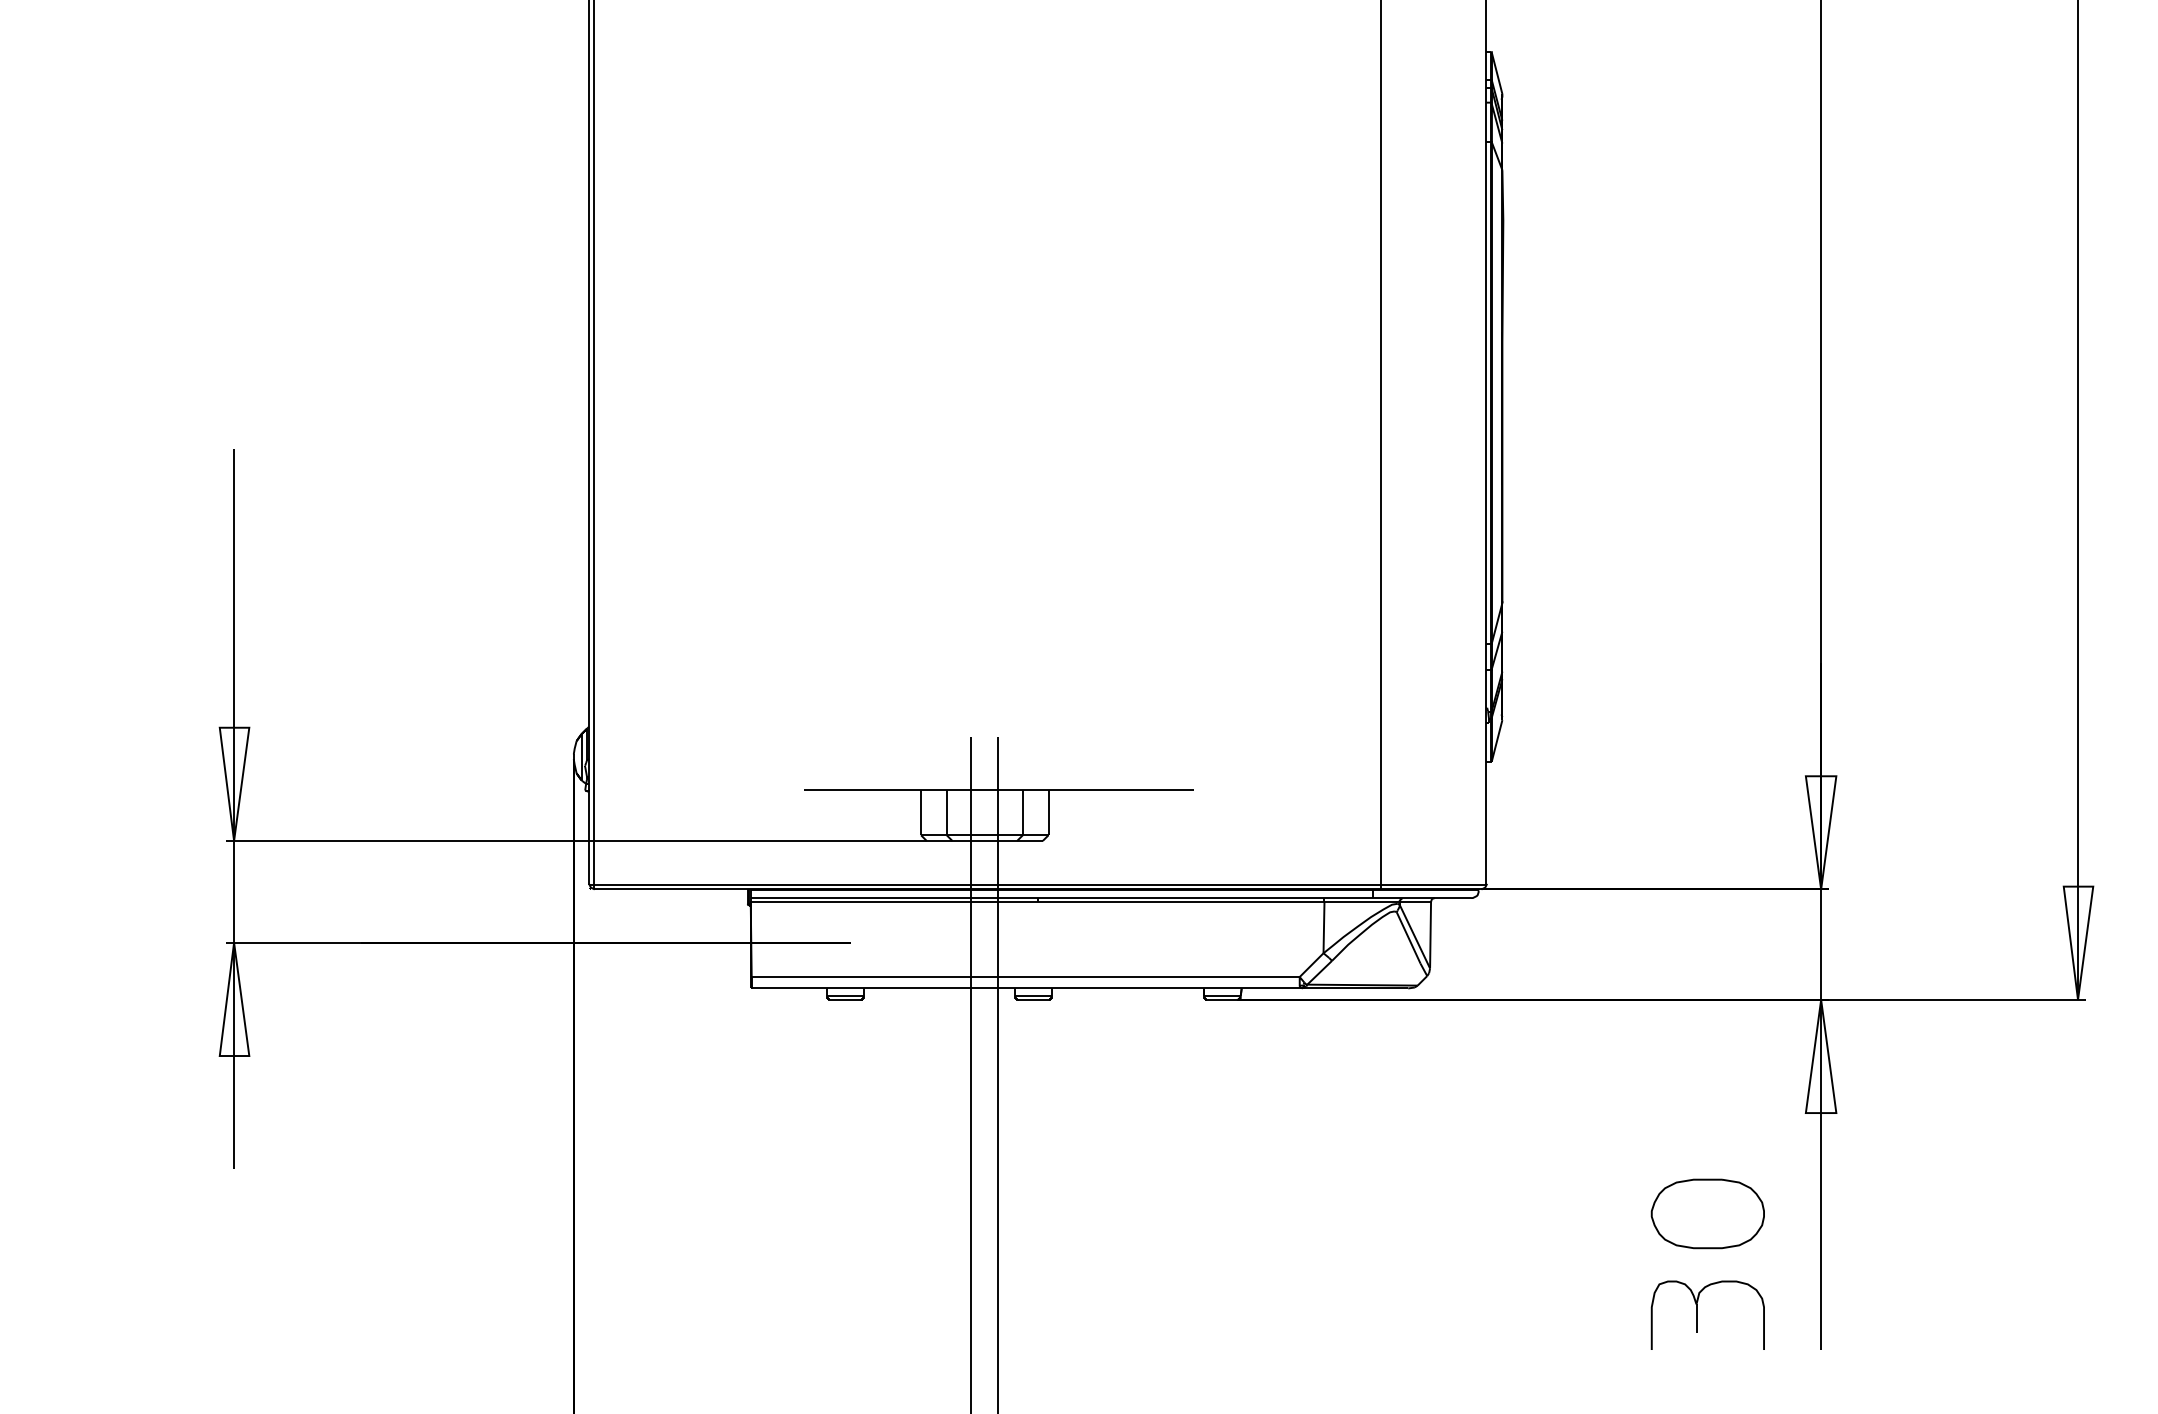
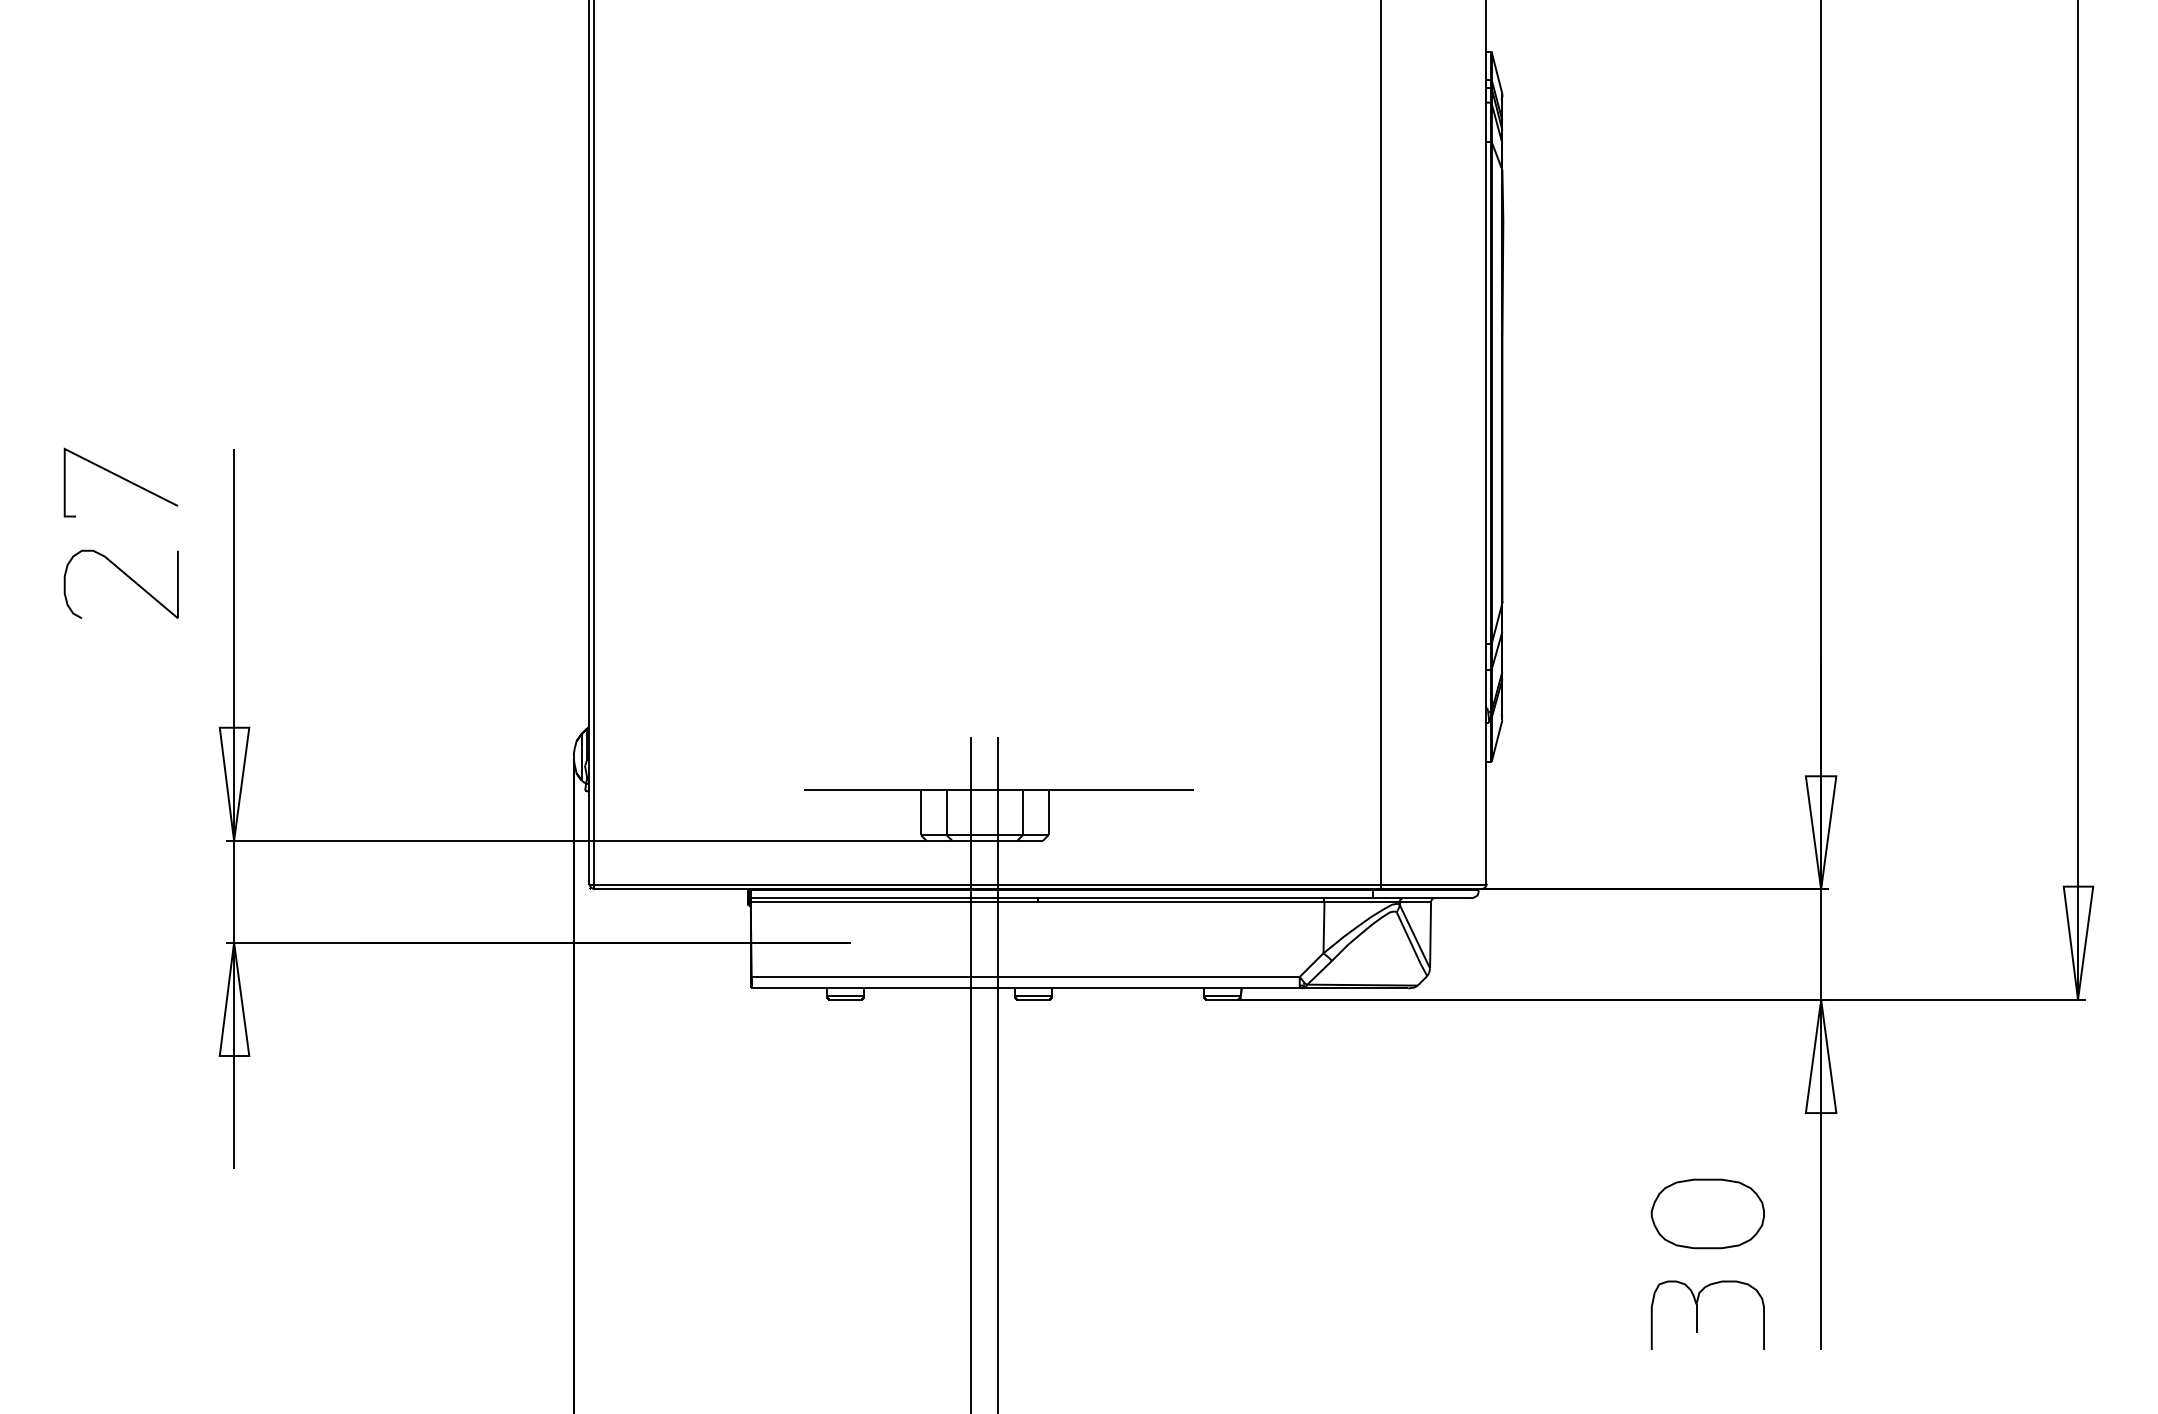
curve at (122, 479): none -> present
curve at (126, 576): none -> present
